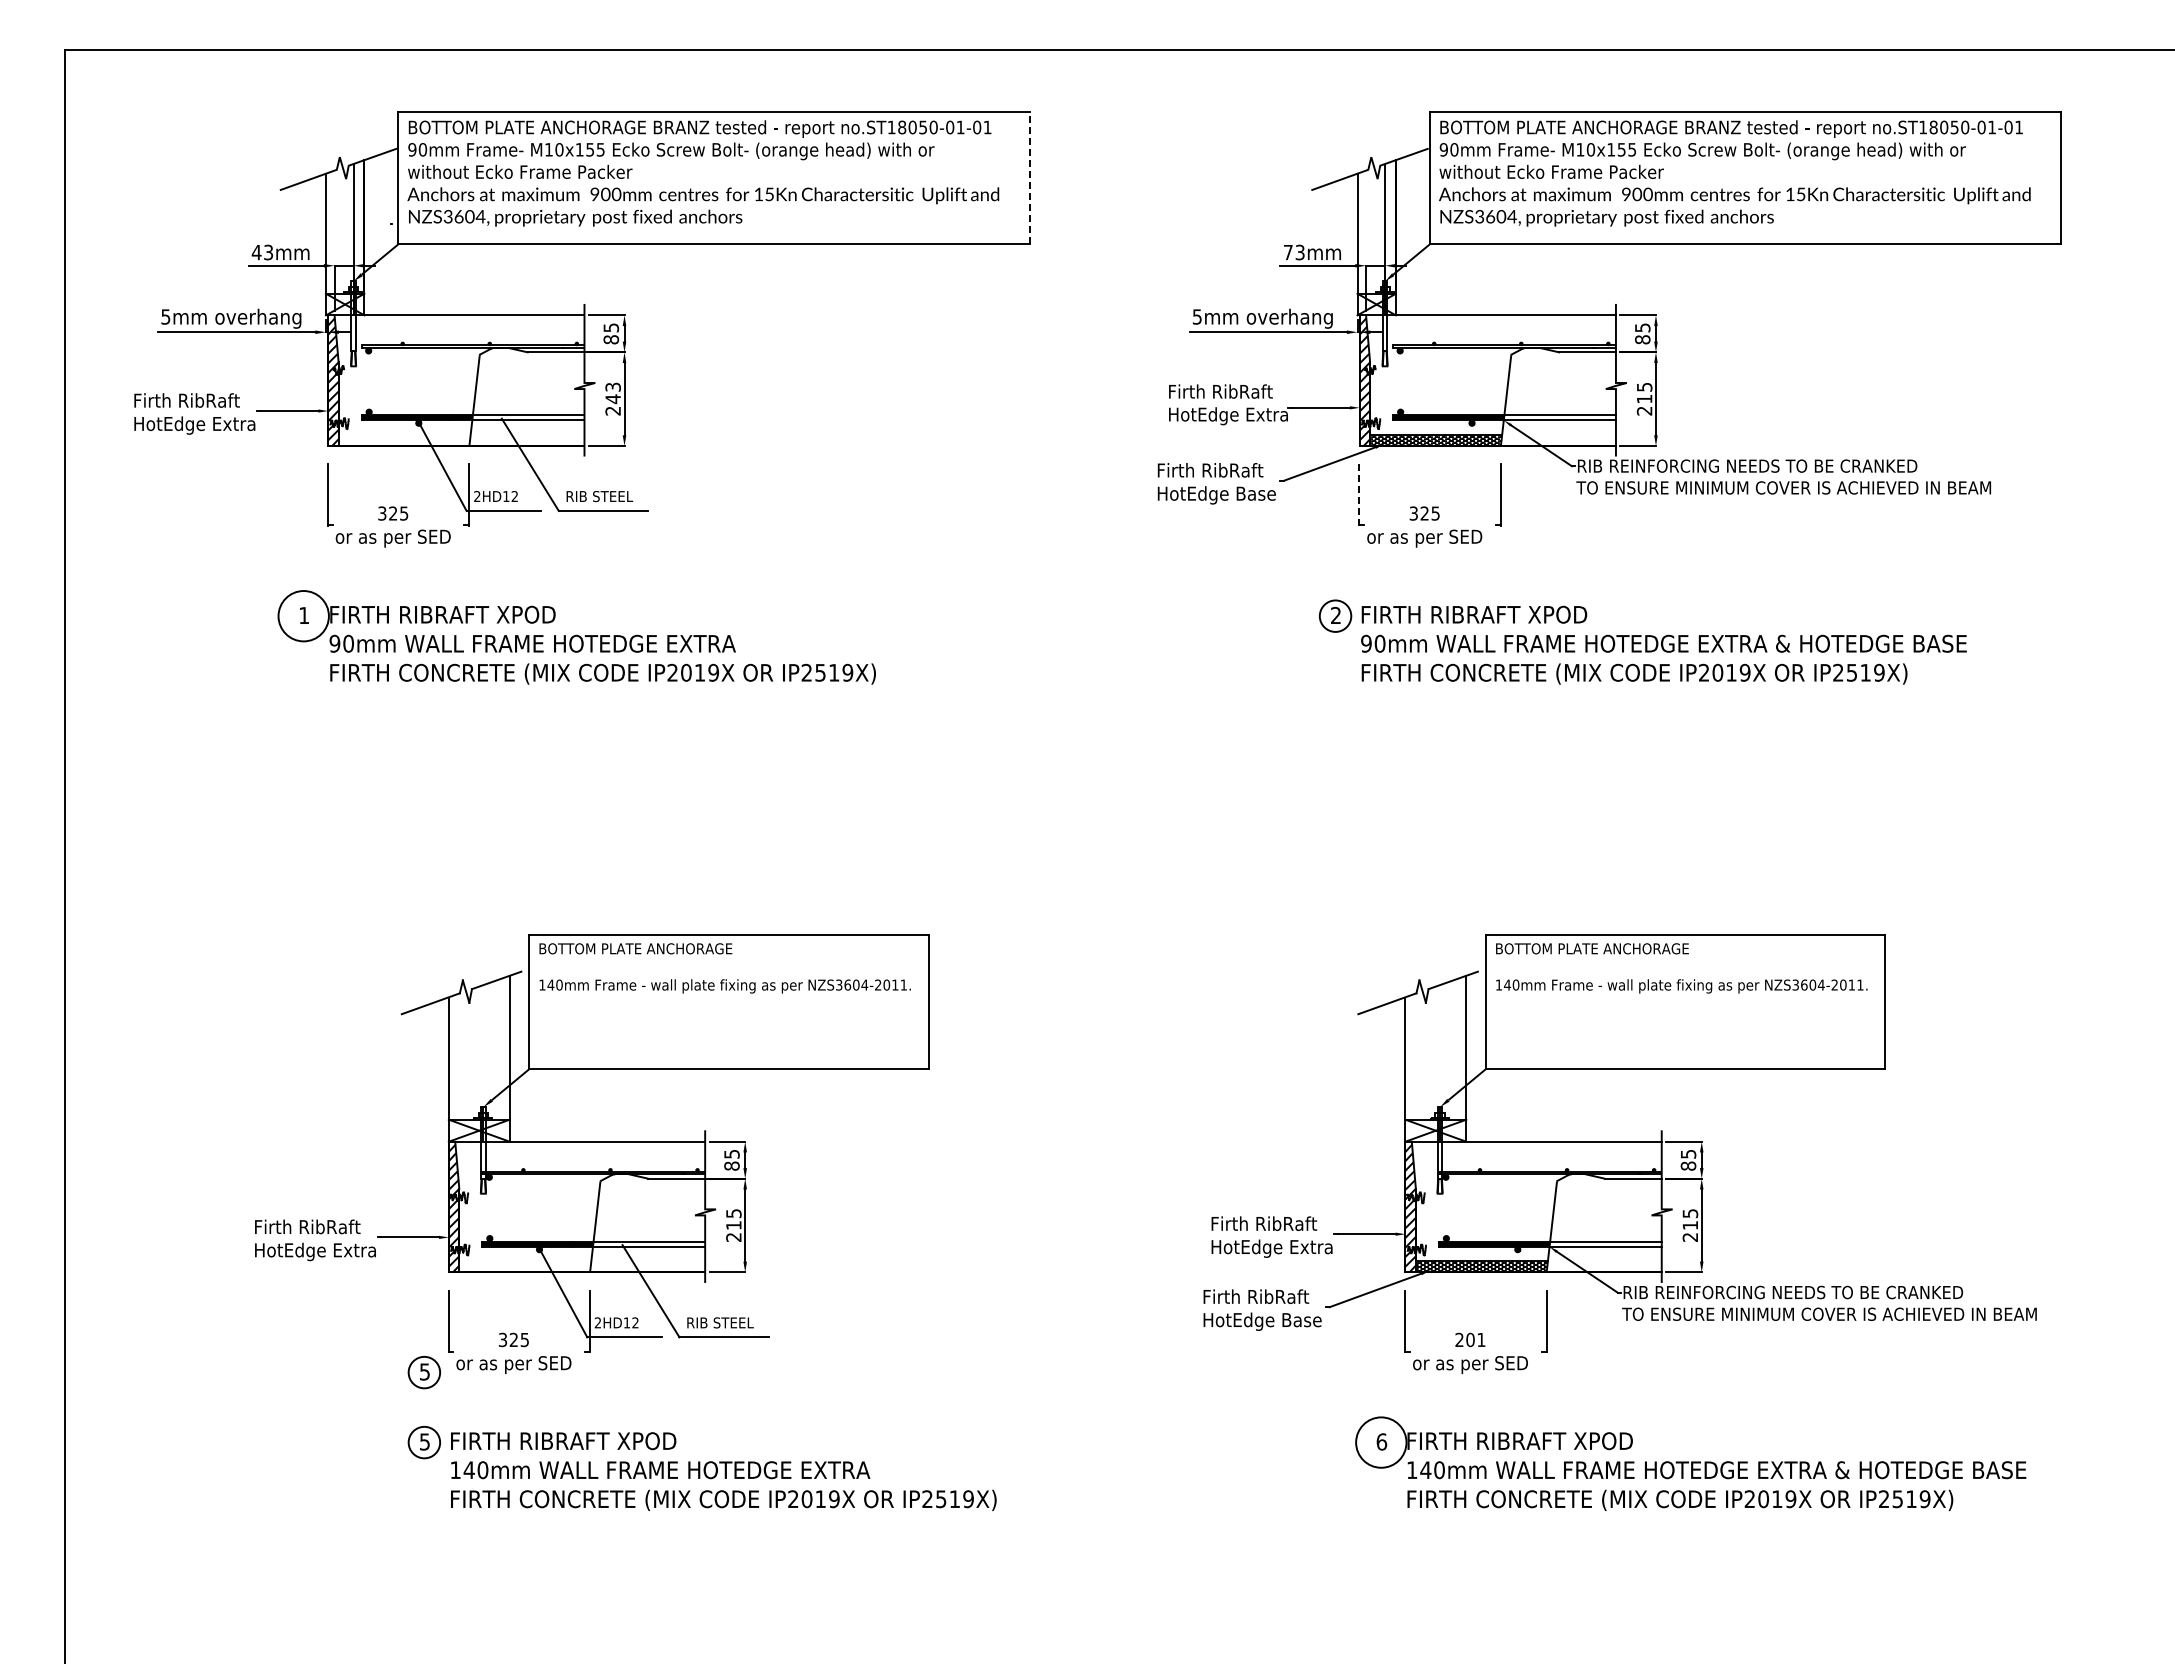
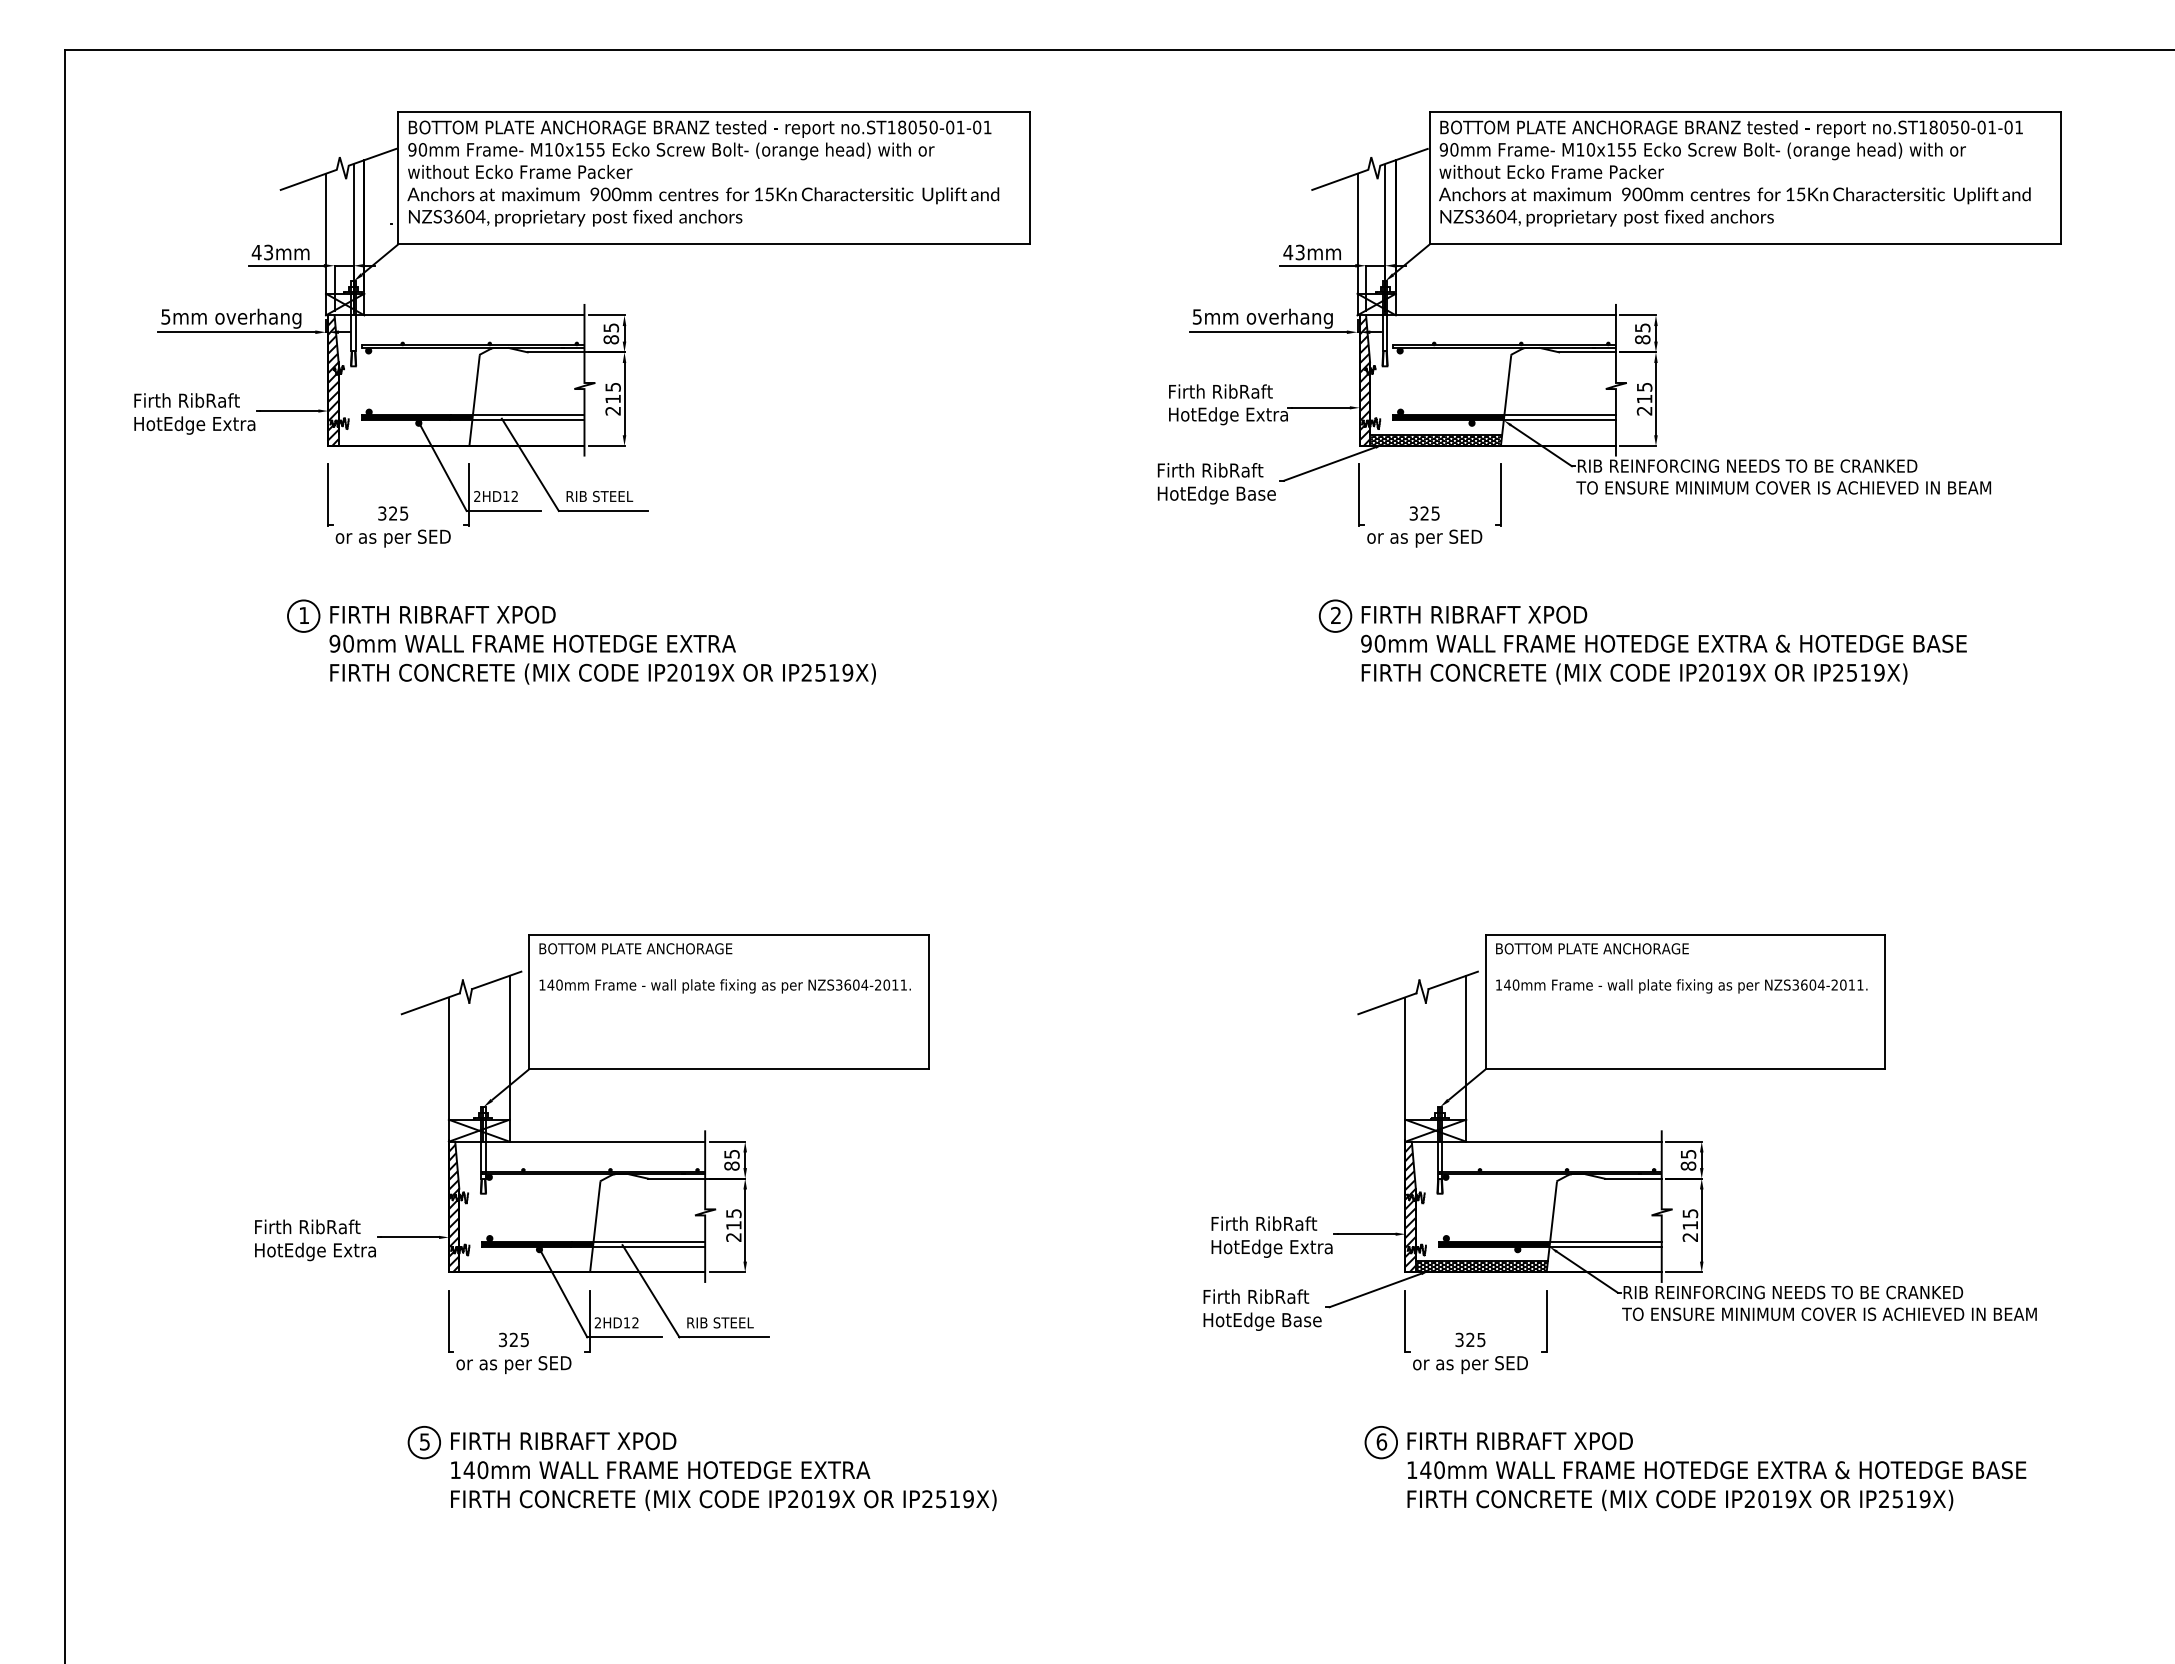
line at (1029, 177): dashed -> solid
text at (1288, 252): 73mm -> 43mm
text at (612, 393): 243 -> 215
line at (1359, 495): dashed -> solid
circle at (303, 616) diameter: 50 px -> 31 px
text at (1470, 1339): 201 -> 325
part at (423, 1372): present -> none
circle at (1381, 1442) diameter: 50 px -> 31 px
